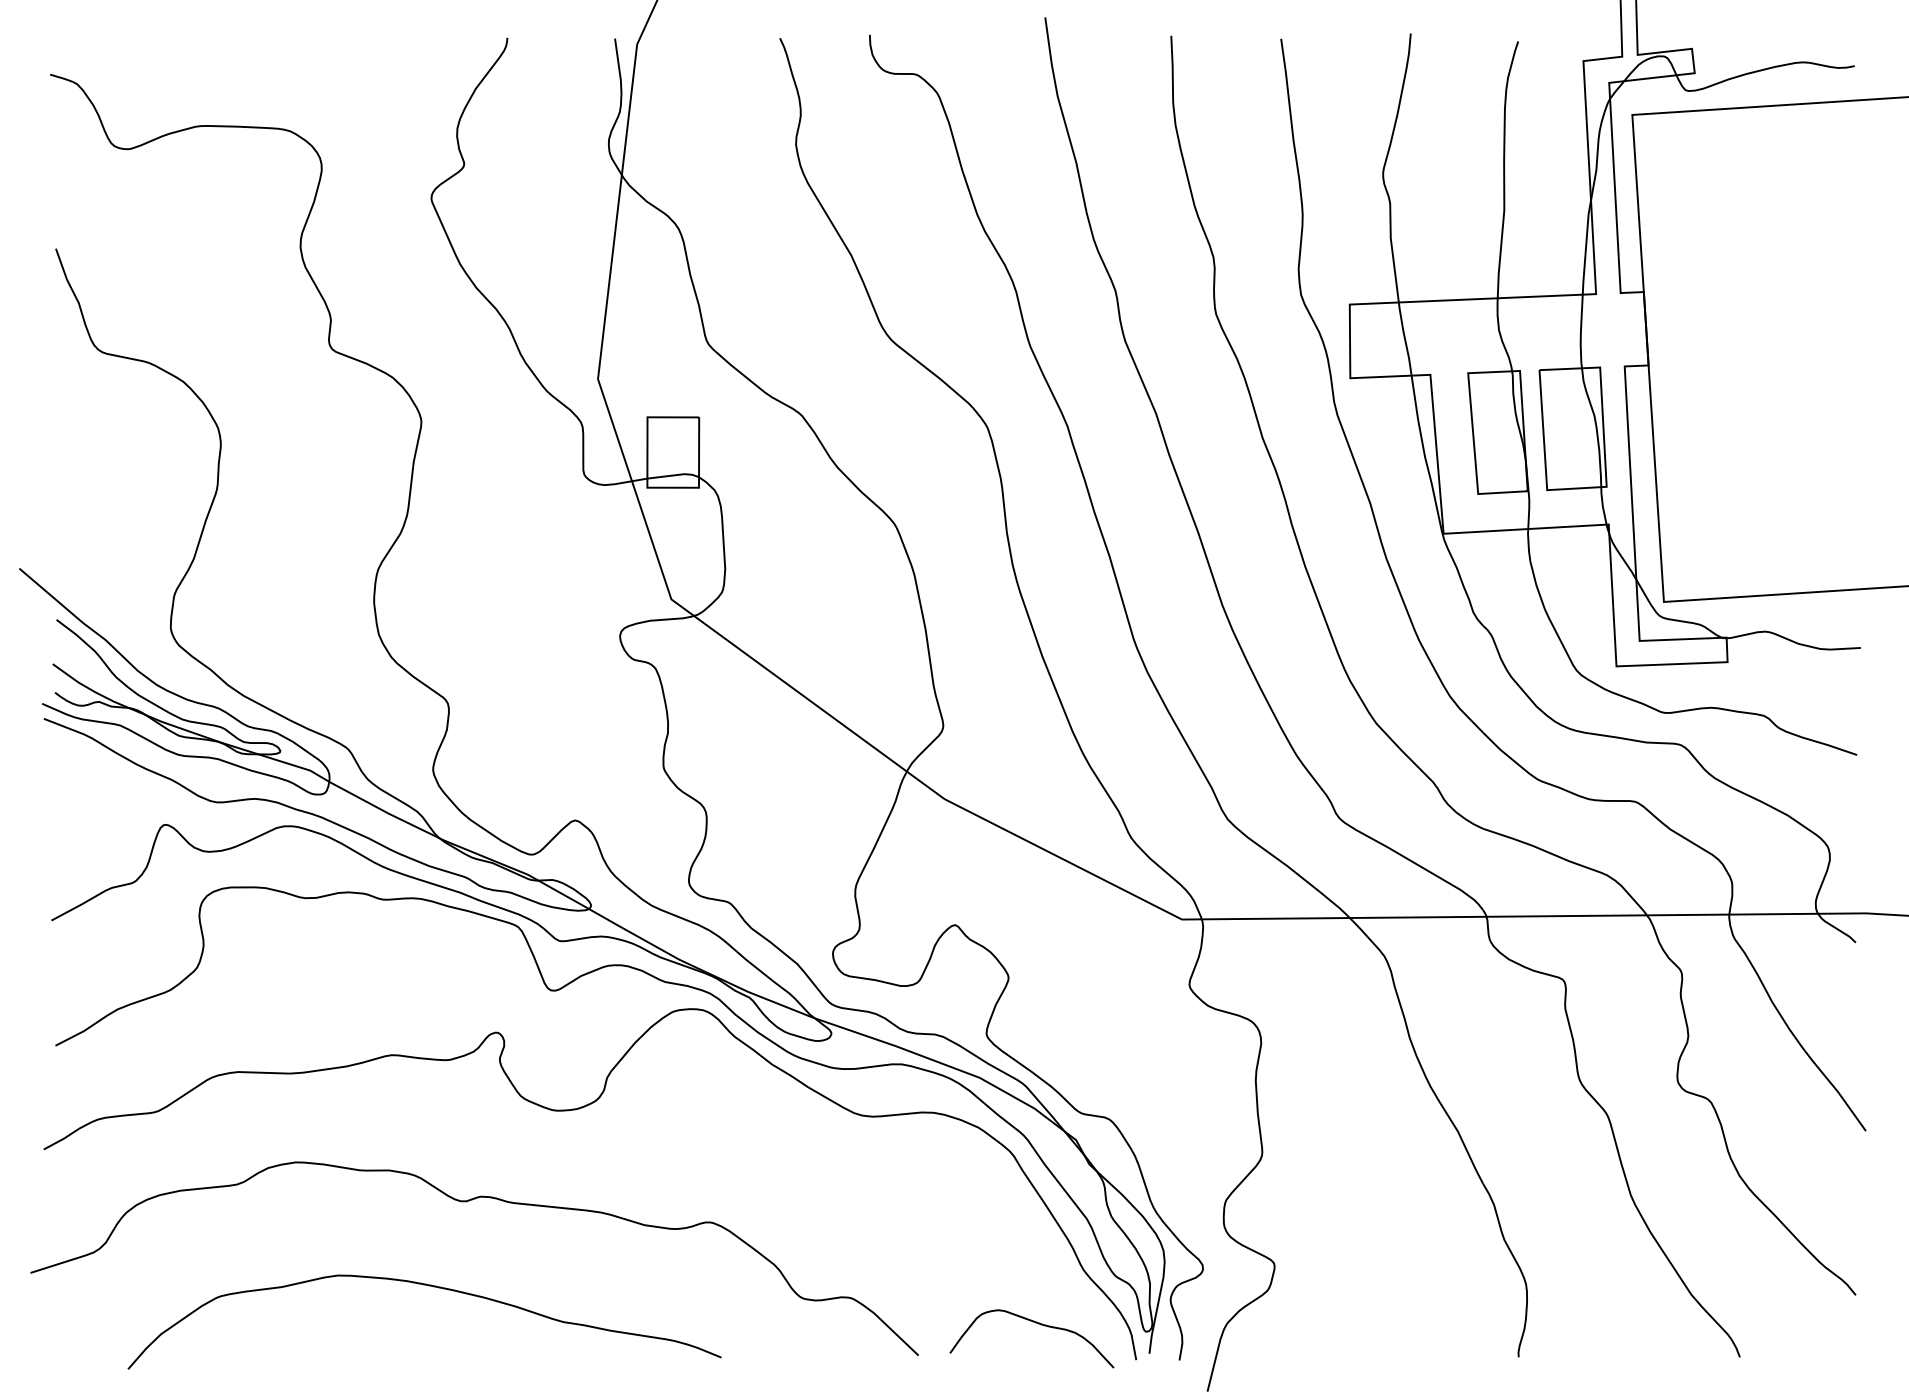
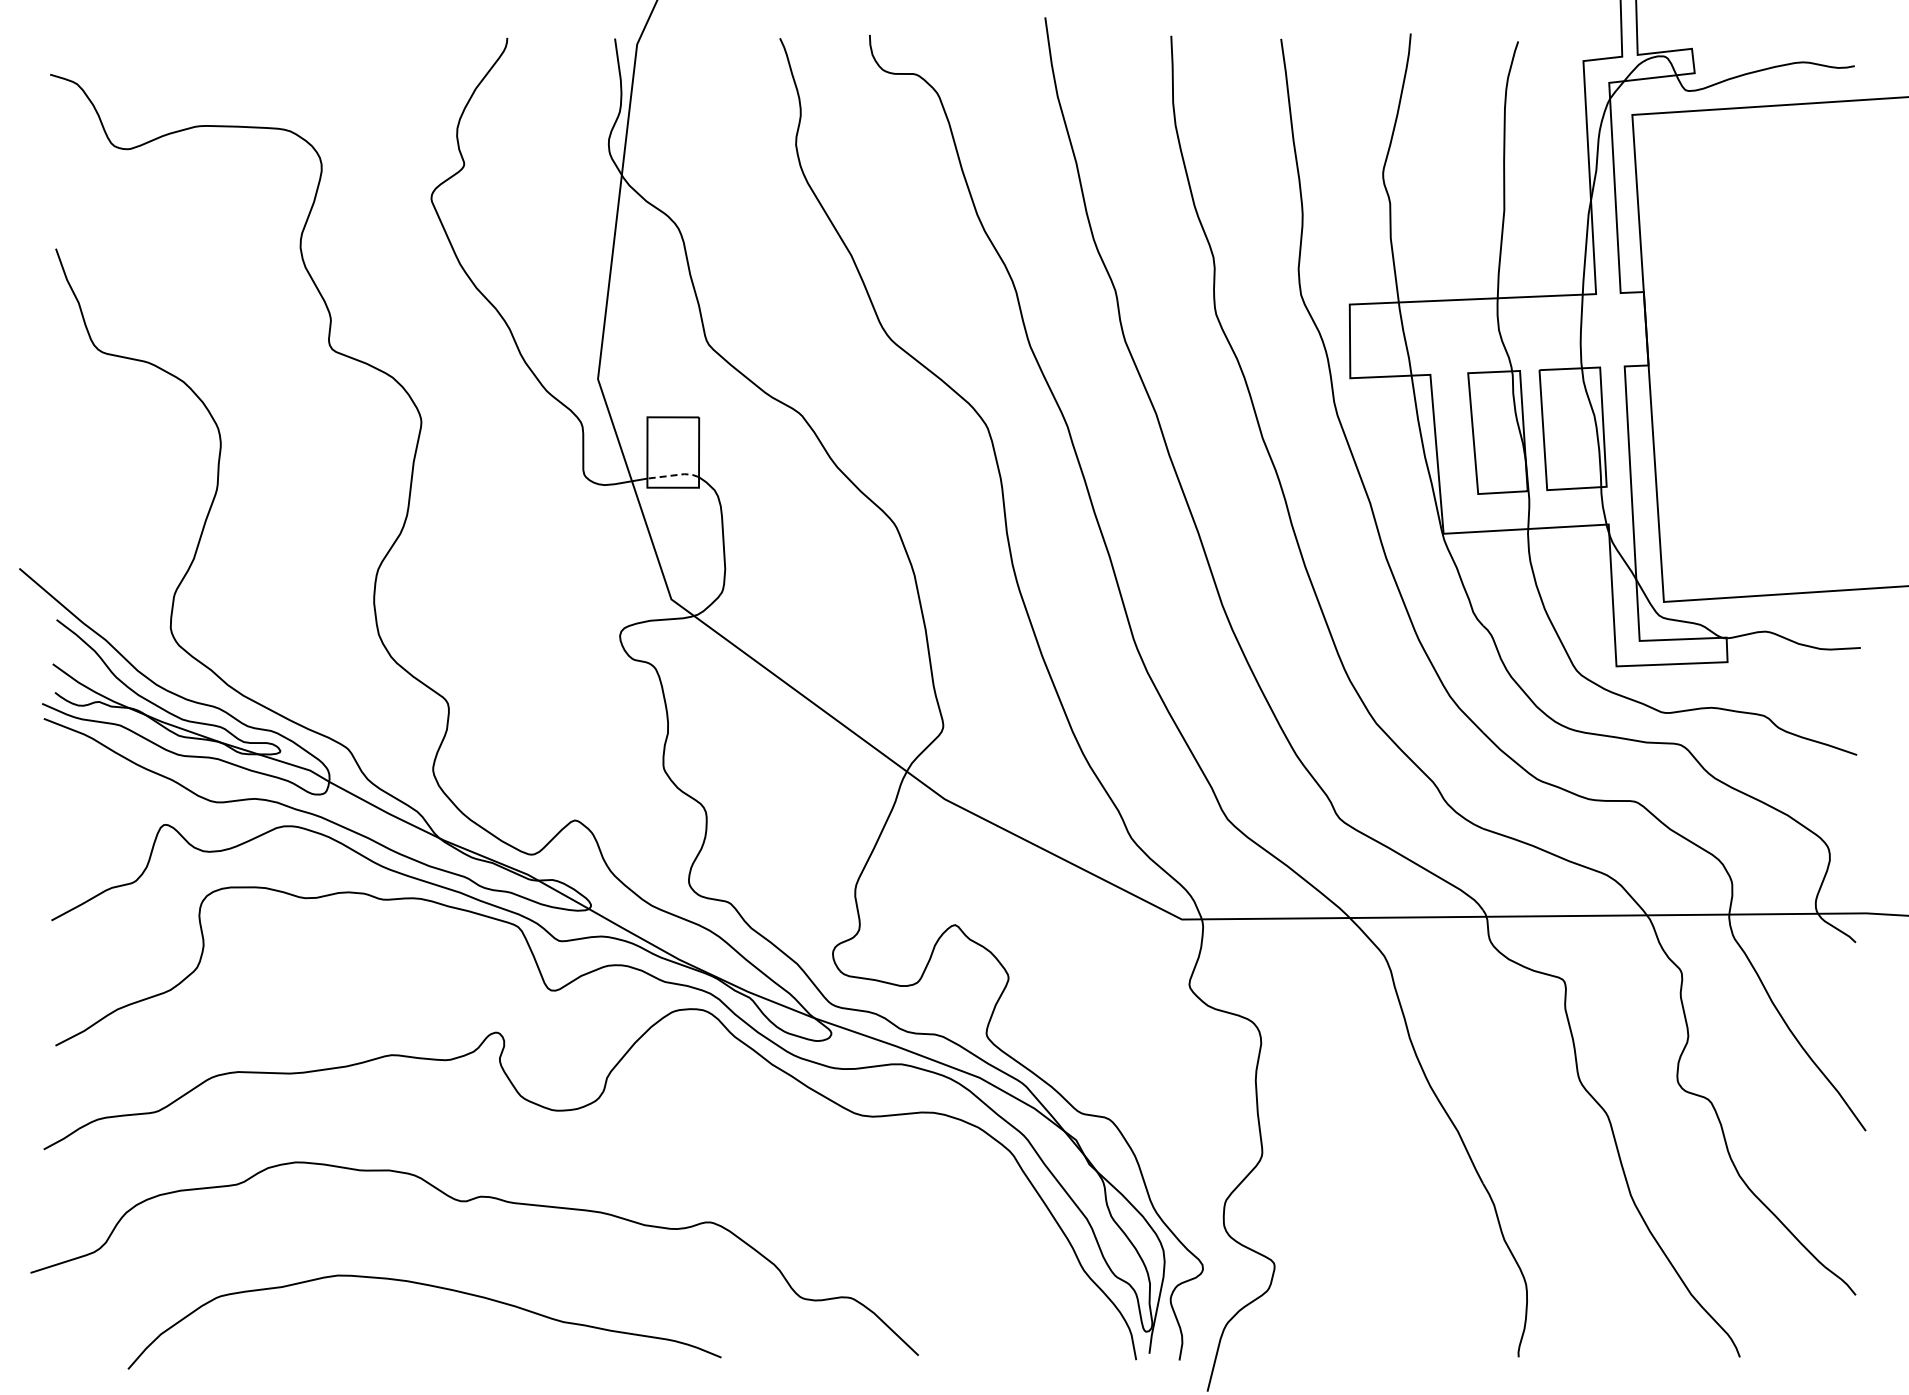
line at (674, 475): solid -> dashed
curve at (1035, 1323): present -> none
